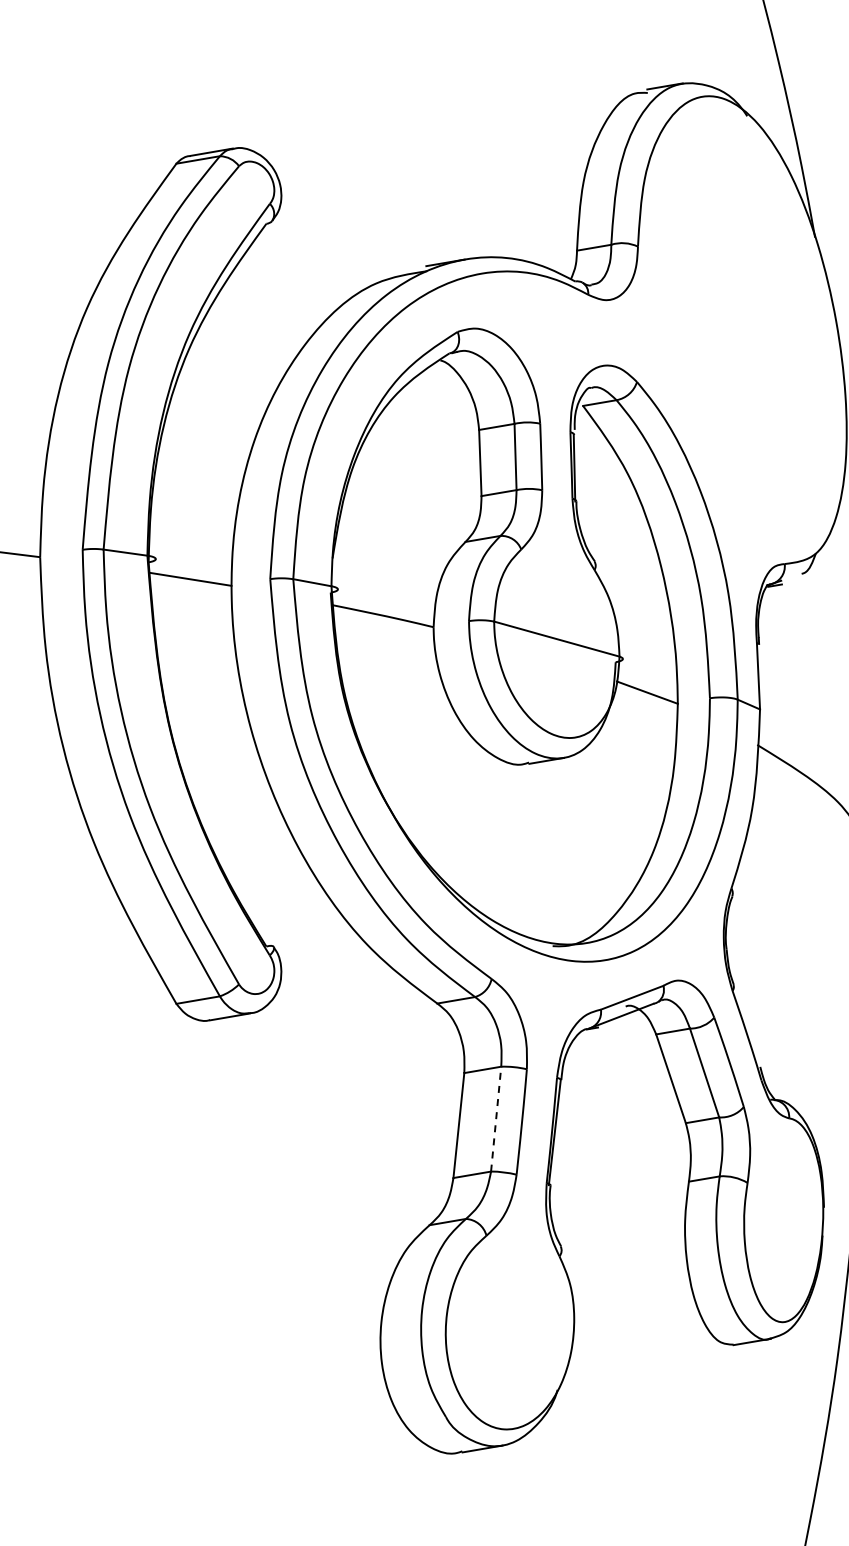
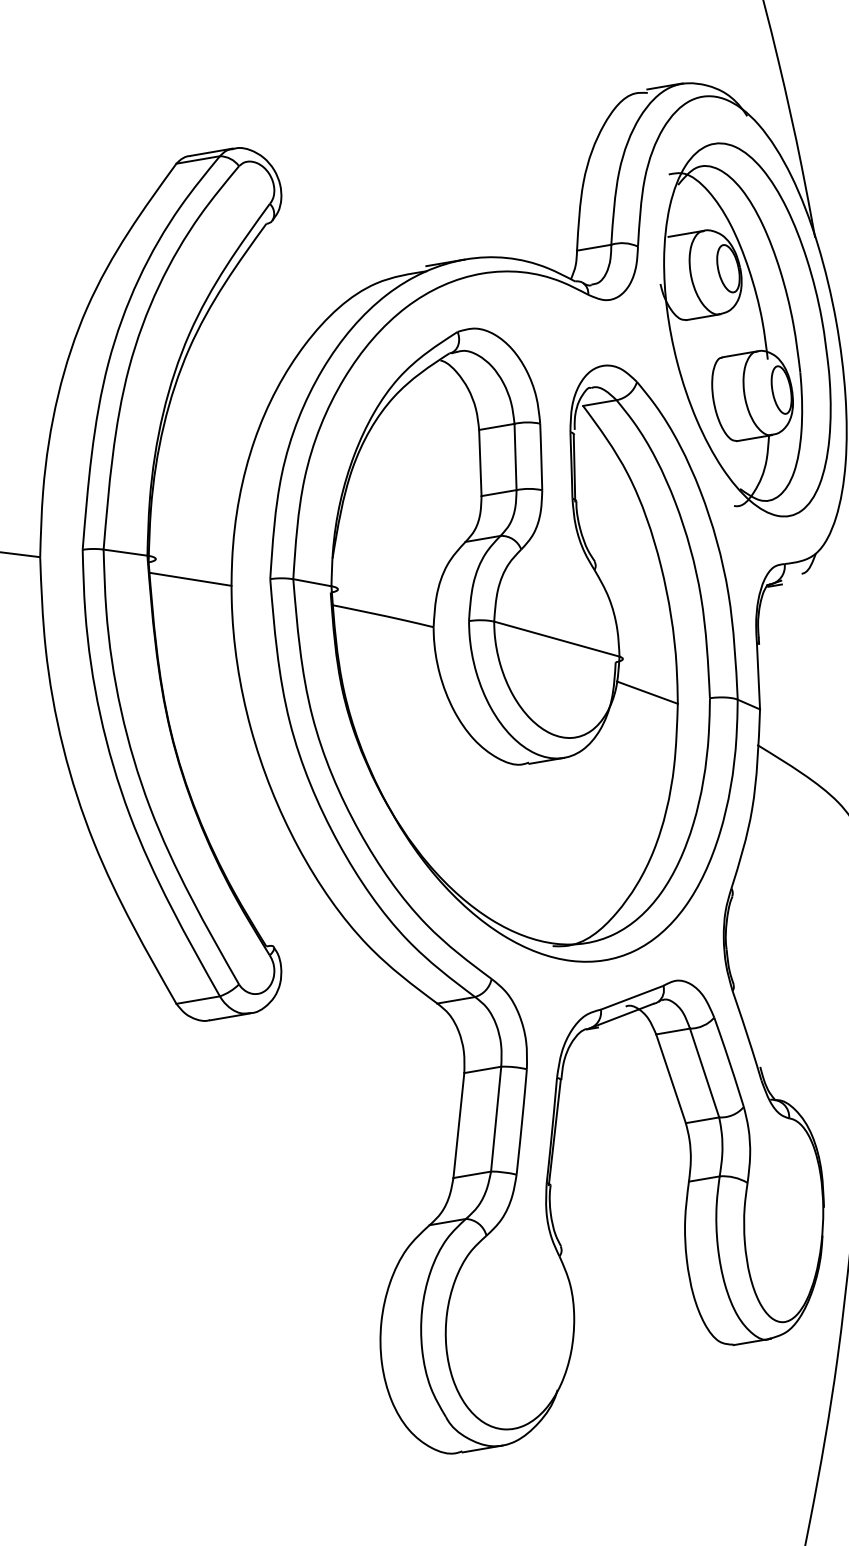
part at (745, 329): none -> present
line at (496, 1119): dashed -> solid
